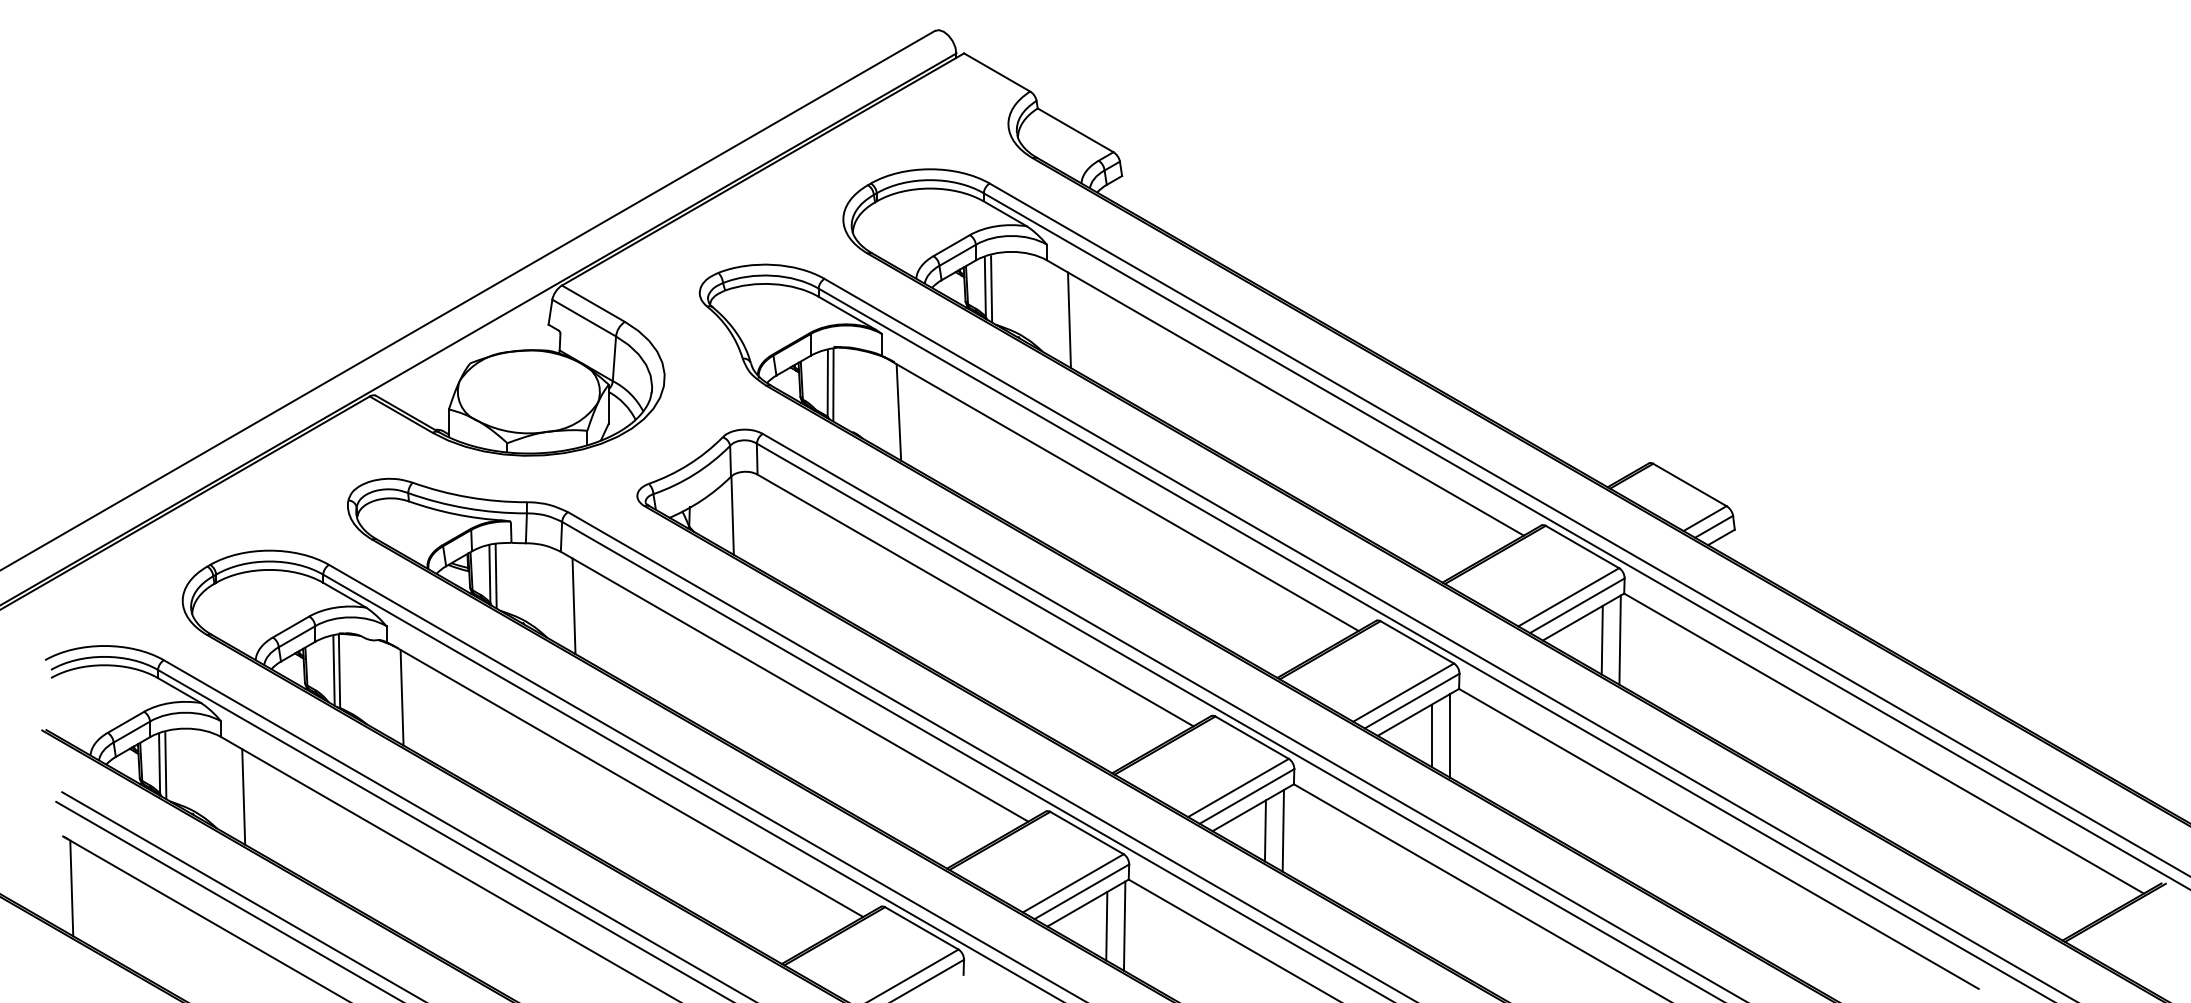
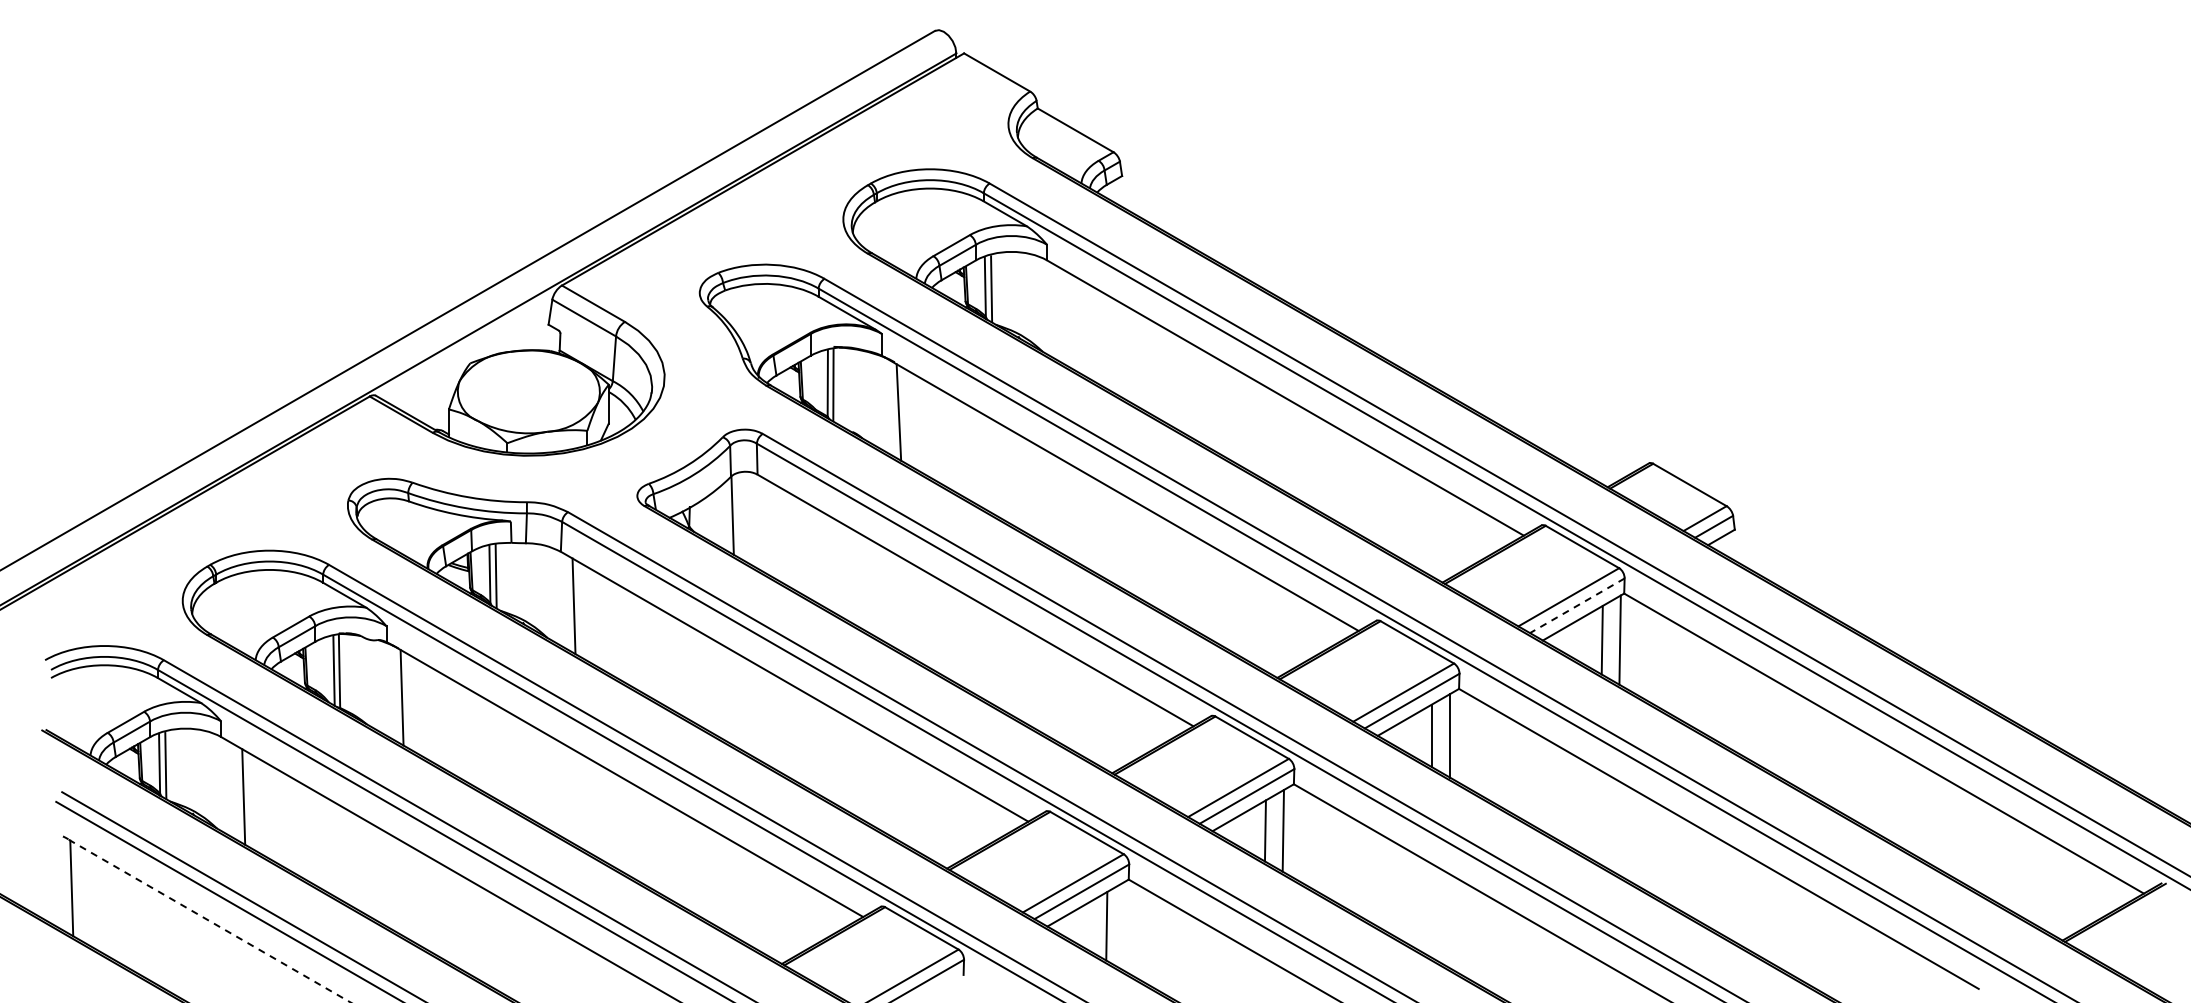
line at (1069, 320): present -> none
line at (1577, 605): solid -> dashed
line at (206, 919): solid -> dashed
line at (1124, 925): present -> none
